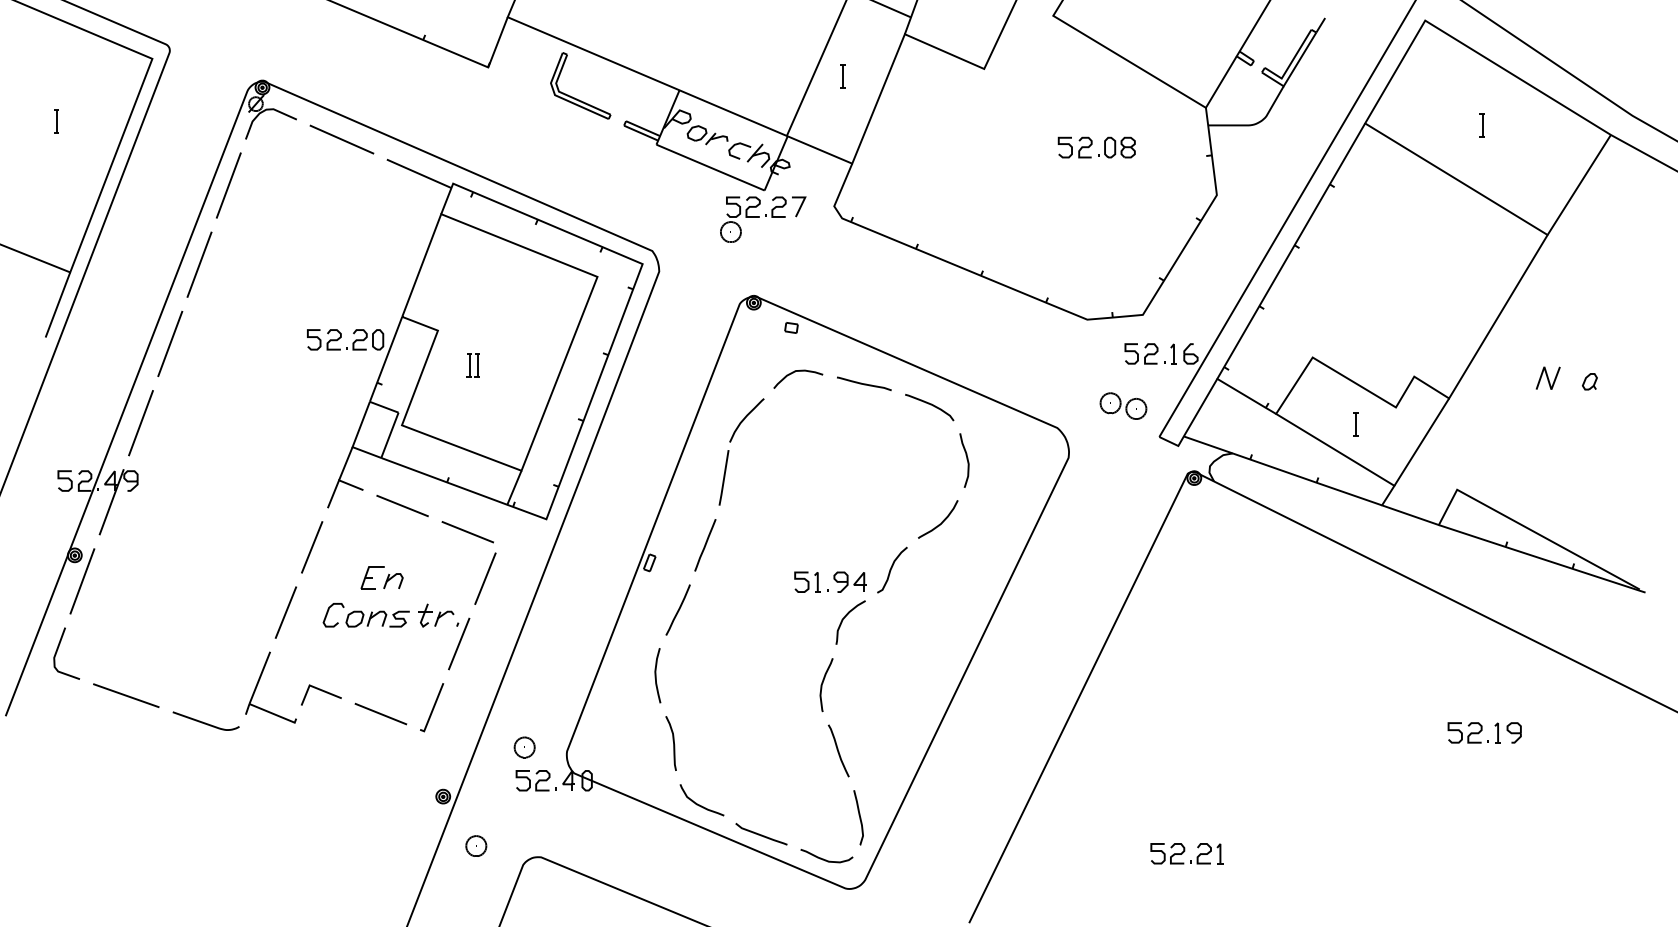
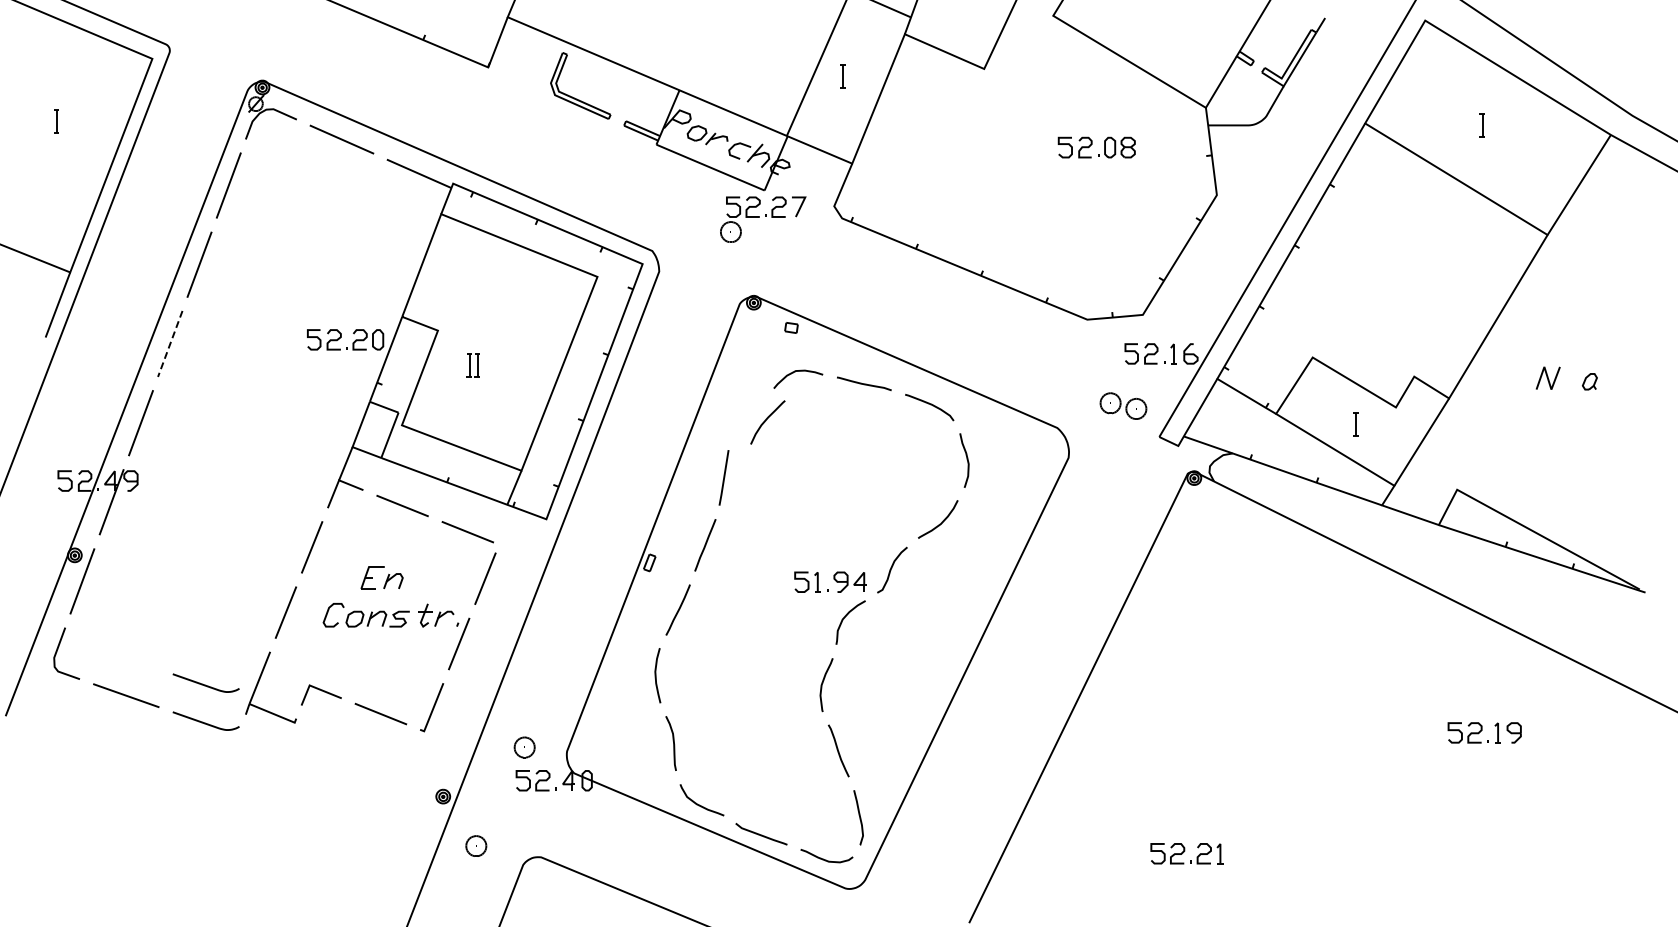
line at (170, 344): solid -> dashed
curve at (744, 420) position: (744, 420) -> (765, 422)
curve at (205, 684): none -> present
